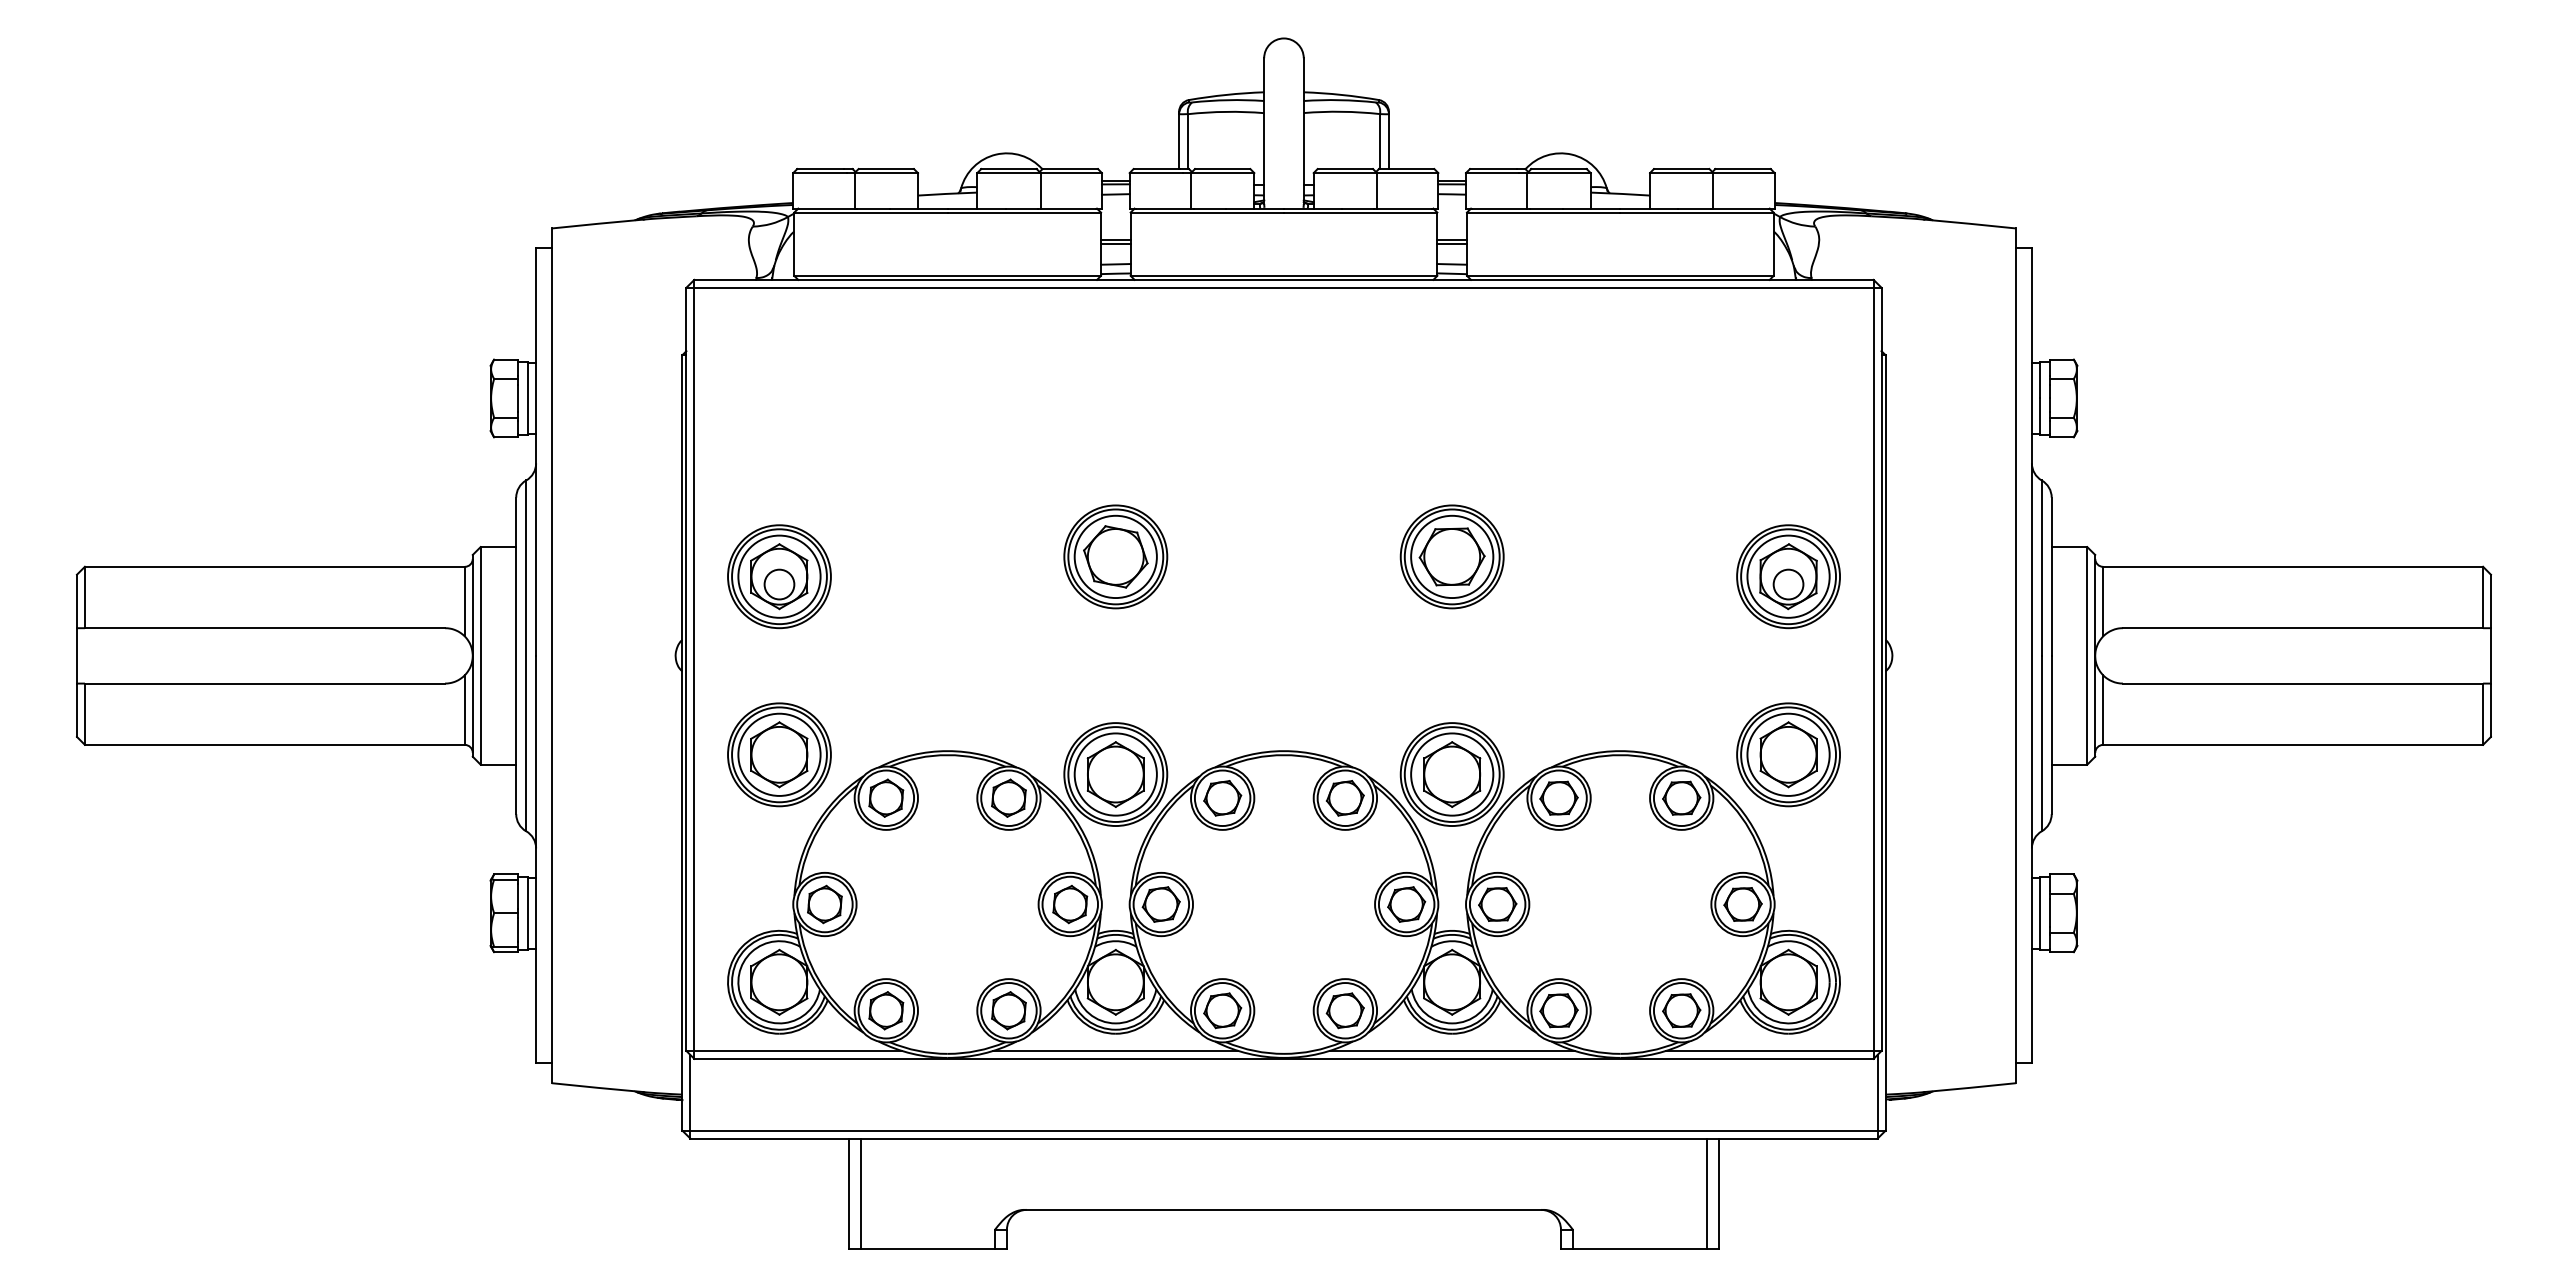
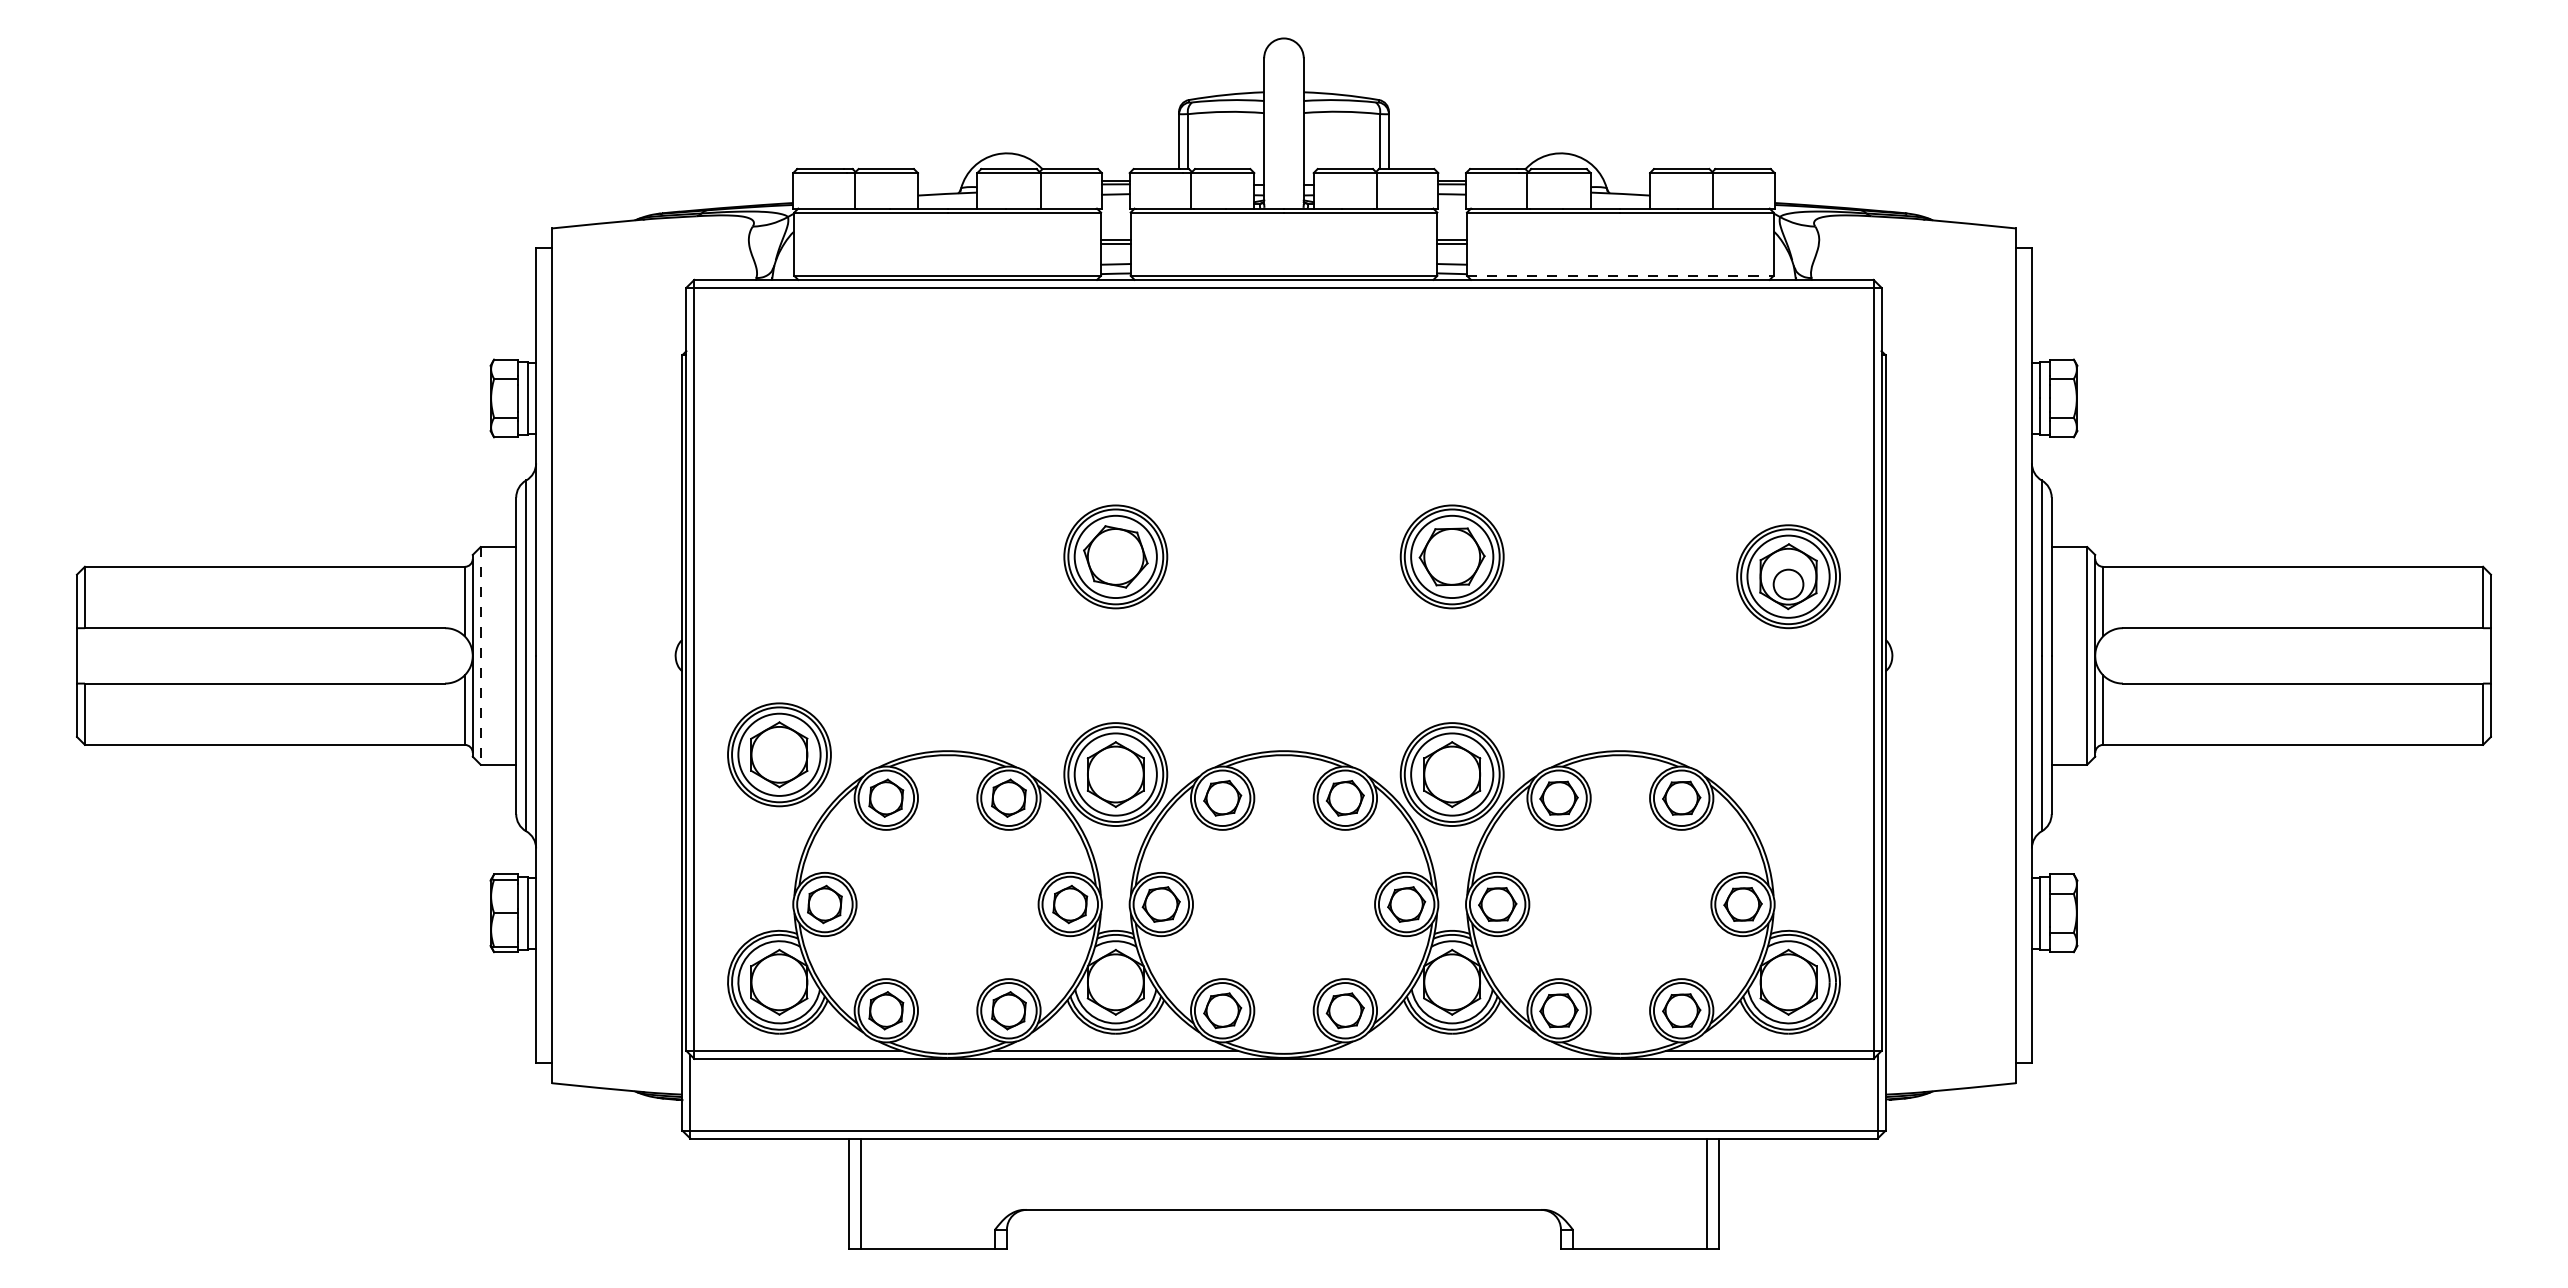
line at (1620, 275): solid -> dashed
part at (779, 576): present -> none
line at (480, 655): solid -> dashed
part at (1788, 754): present -> none
line at (1451, 1050): present -> none
